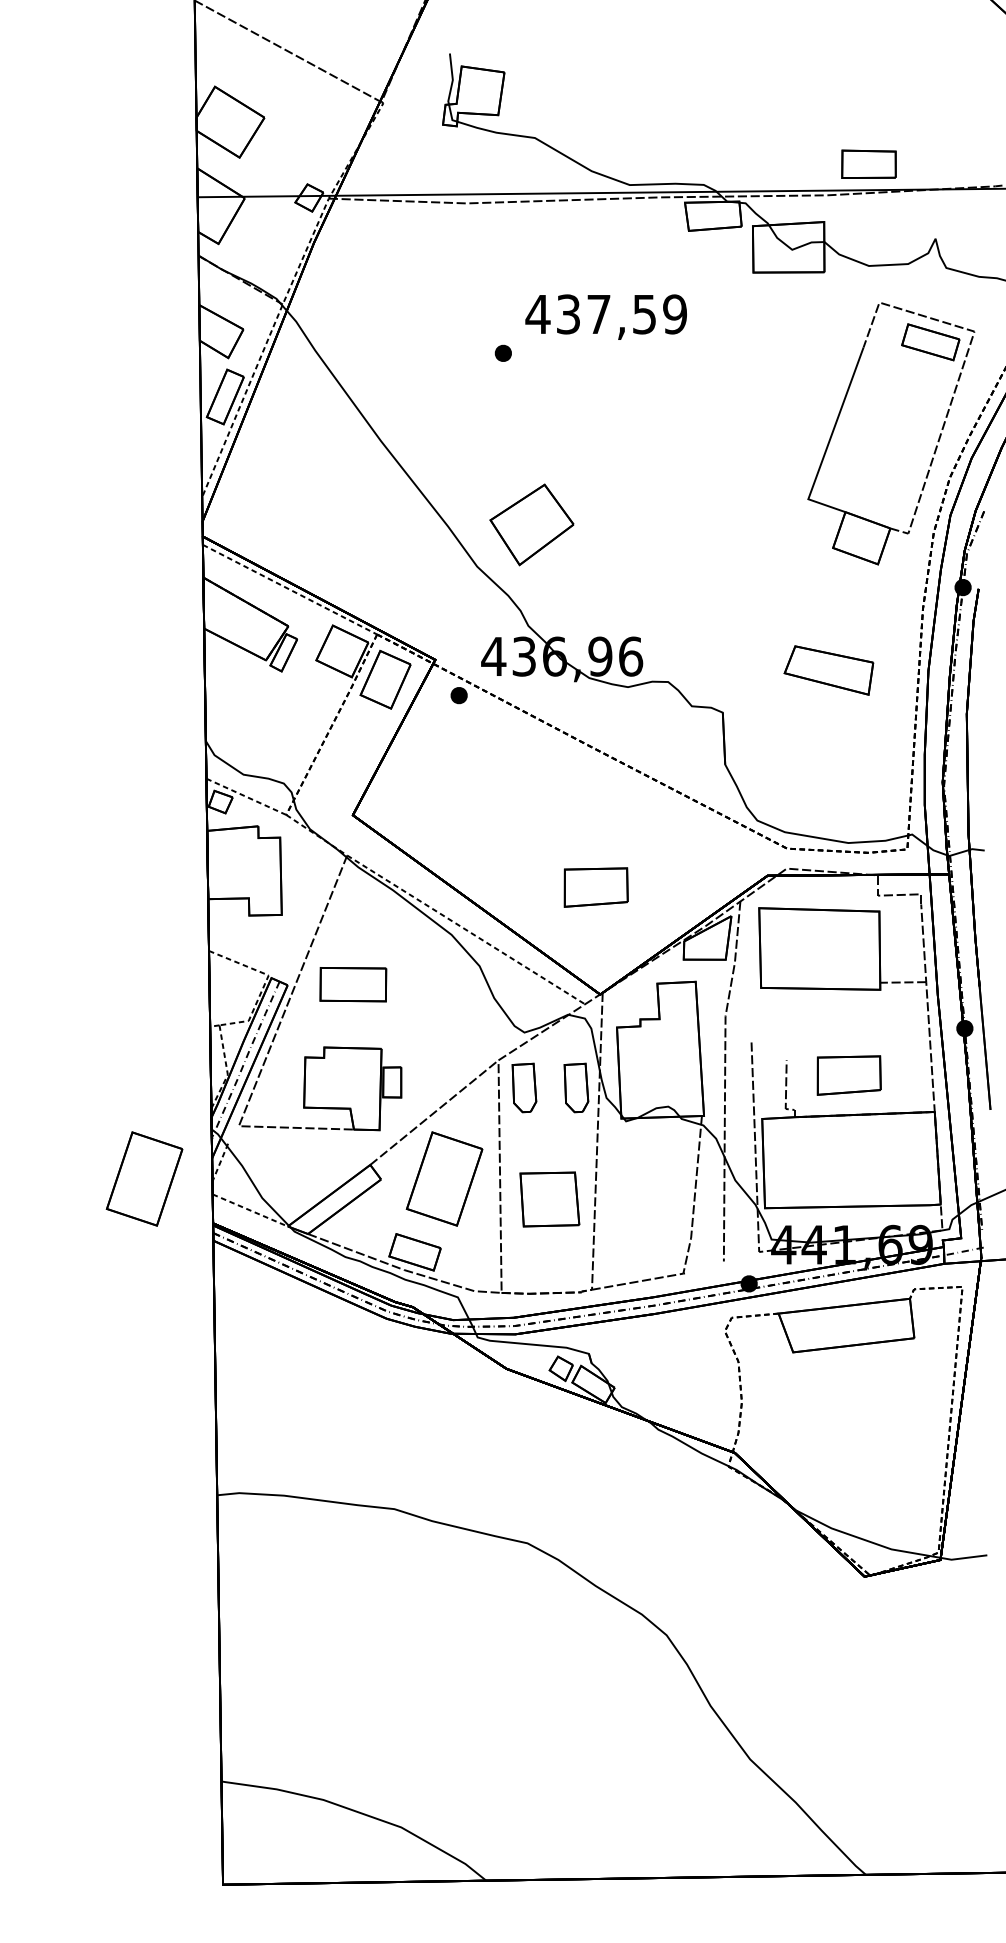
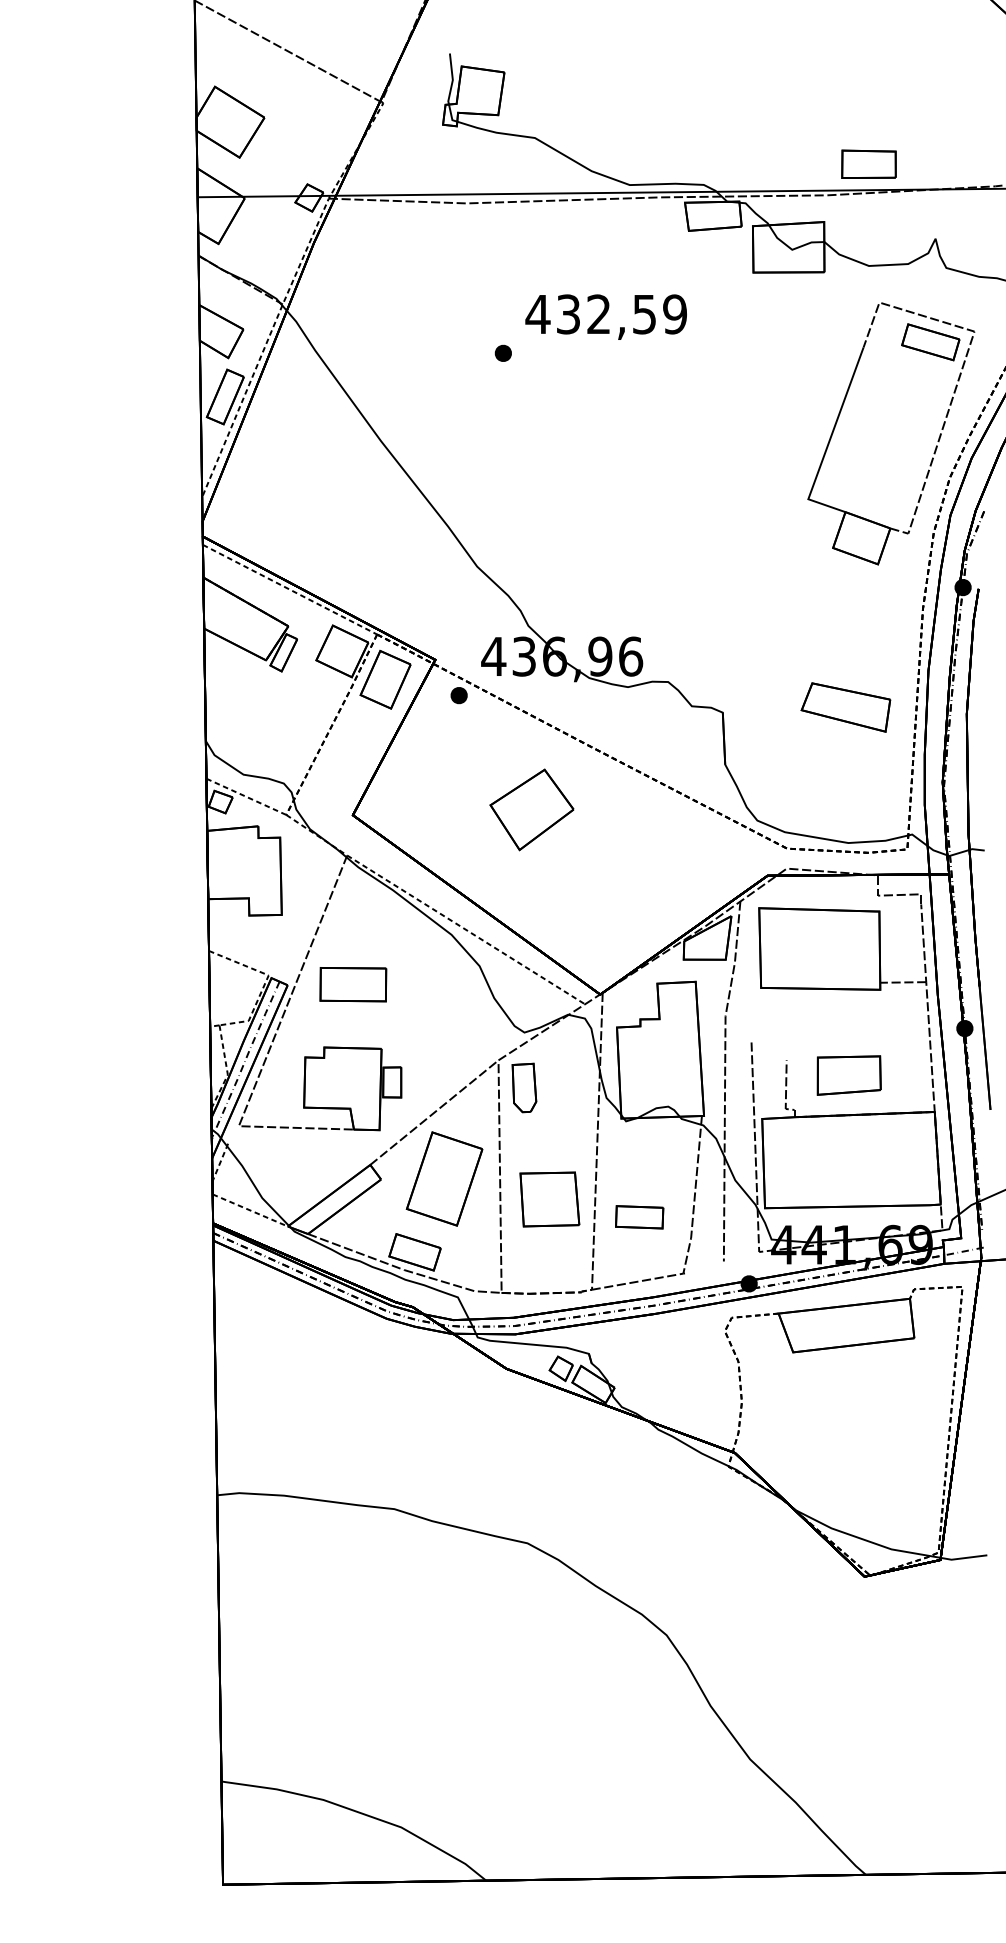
text at (598, 313): 437,59 -> 432,59
part at (531, 524) position: (531, 524) -> (531, 809)
part at (828, 670) position: (828, 670) -> (845, 707)
part at (595, 887): present -> none
part at (576, 1087): present -> none
part at (144, 1178): present -> none
part at (639, 1217): none -> present
